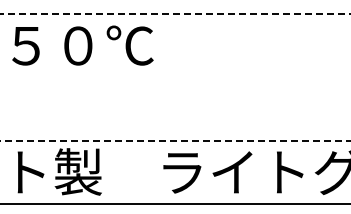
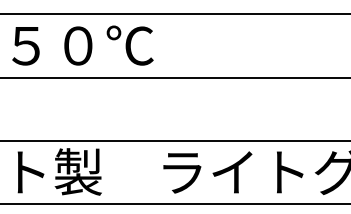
line at (175, 14): dashed -> solid
line at (174, 77): none -> present
line at (175, 141): dashed -> solid
